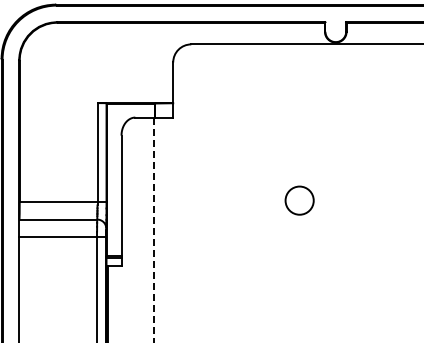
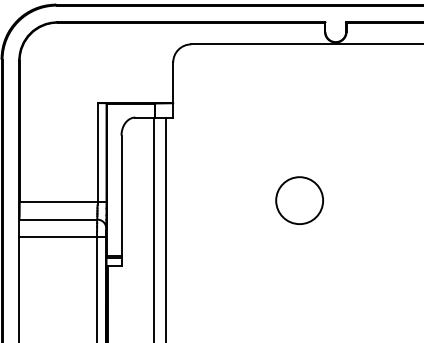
circle at (299, 200) diameter: 28 px -> 47 px
line at (166, 228): none -> present
line at (153, 230): dashed -> solid
